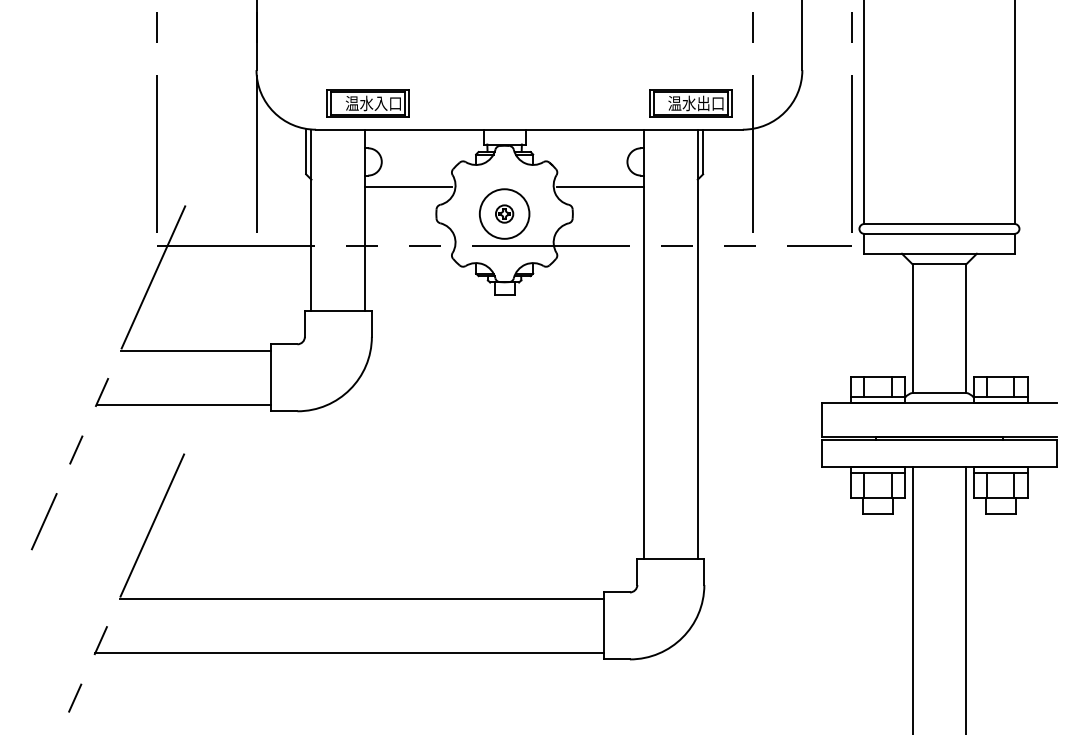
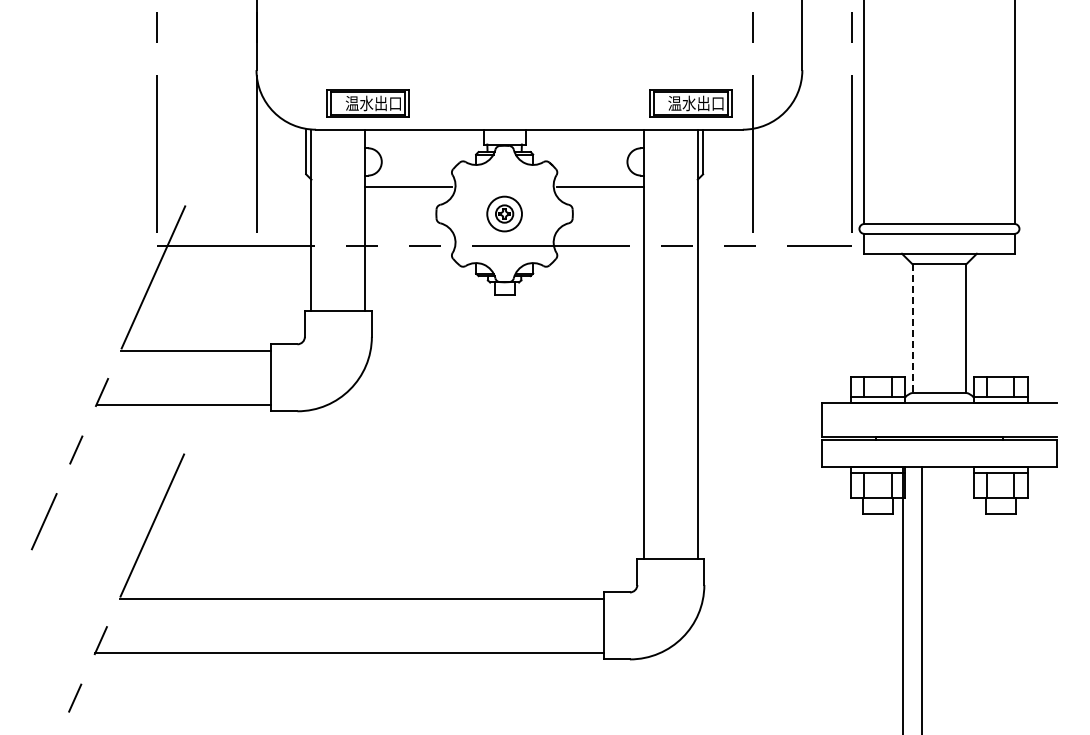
text at (380, 103): 温水入口 -> 温水出口
circle at (504, 213) diameter: 50 px -> 35 px
line at (912, 329): solid -> dashed
line at (912, 599) position: (912, 599) -> (902, 599)
line at (966, 599) position: (966, 599) -> (922, 599)
